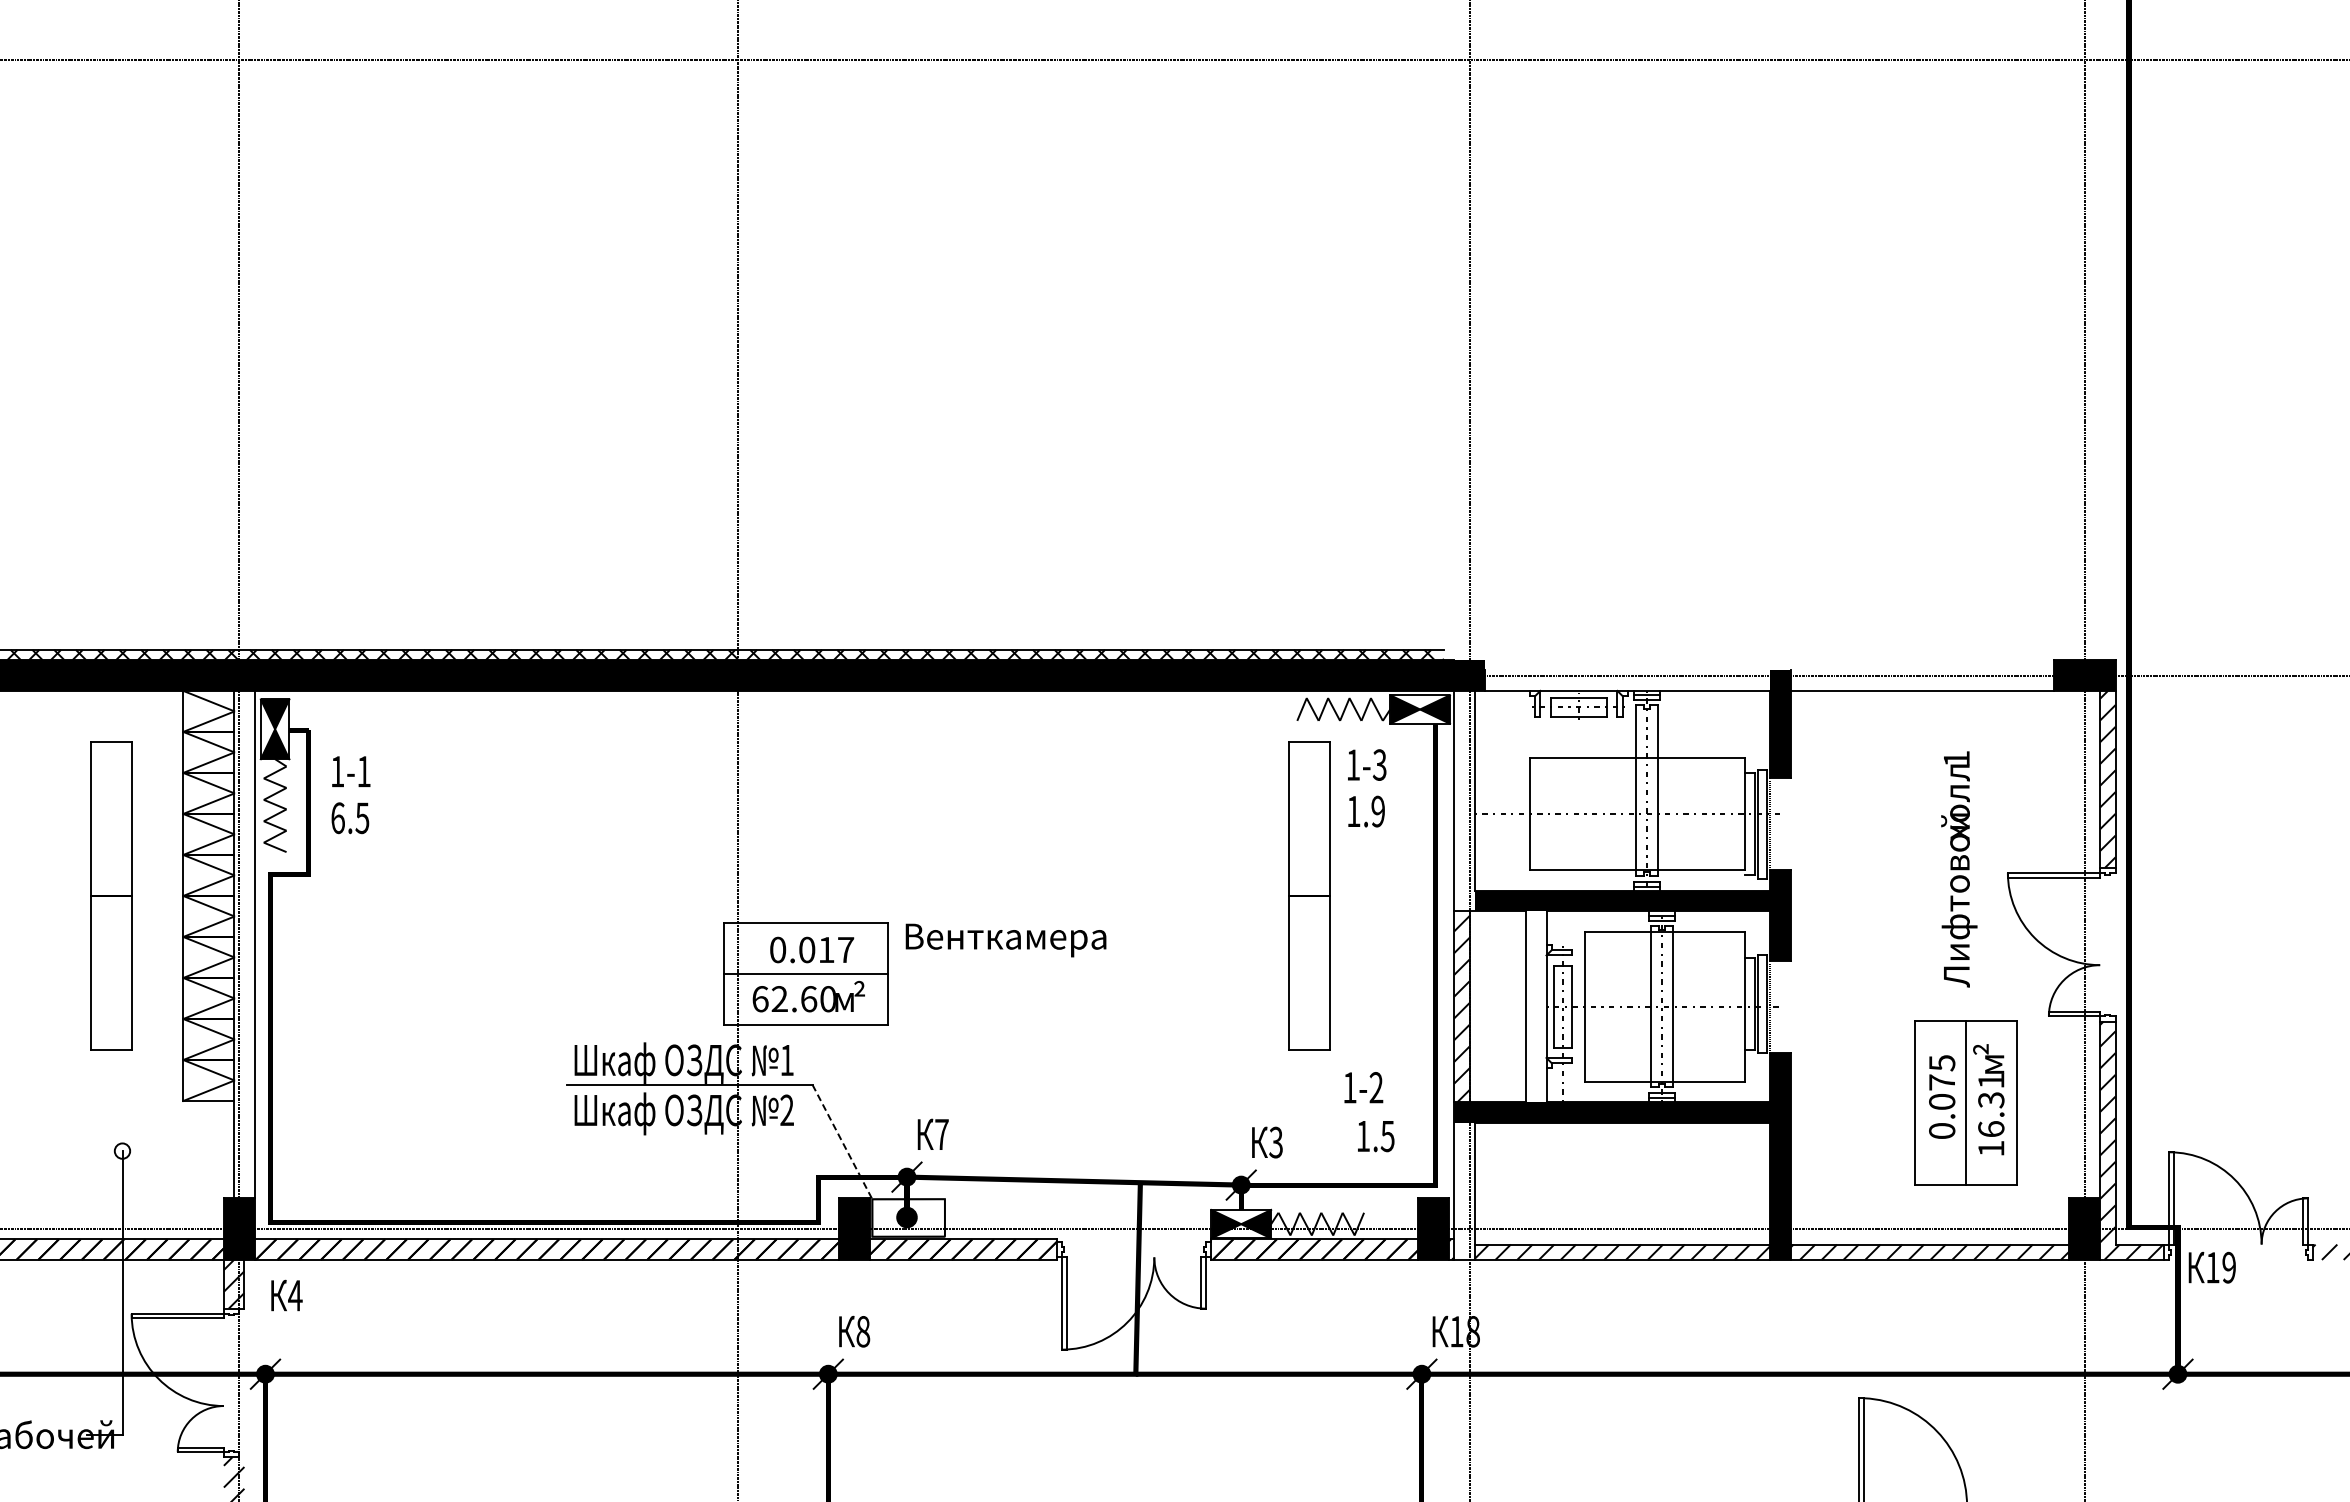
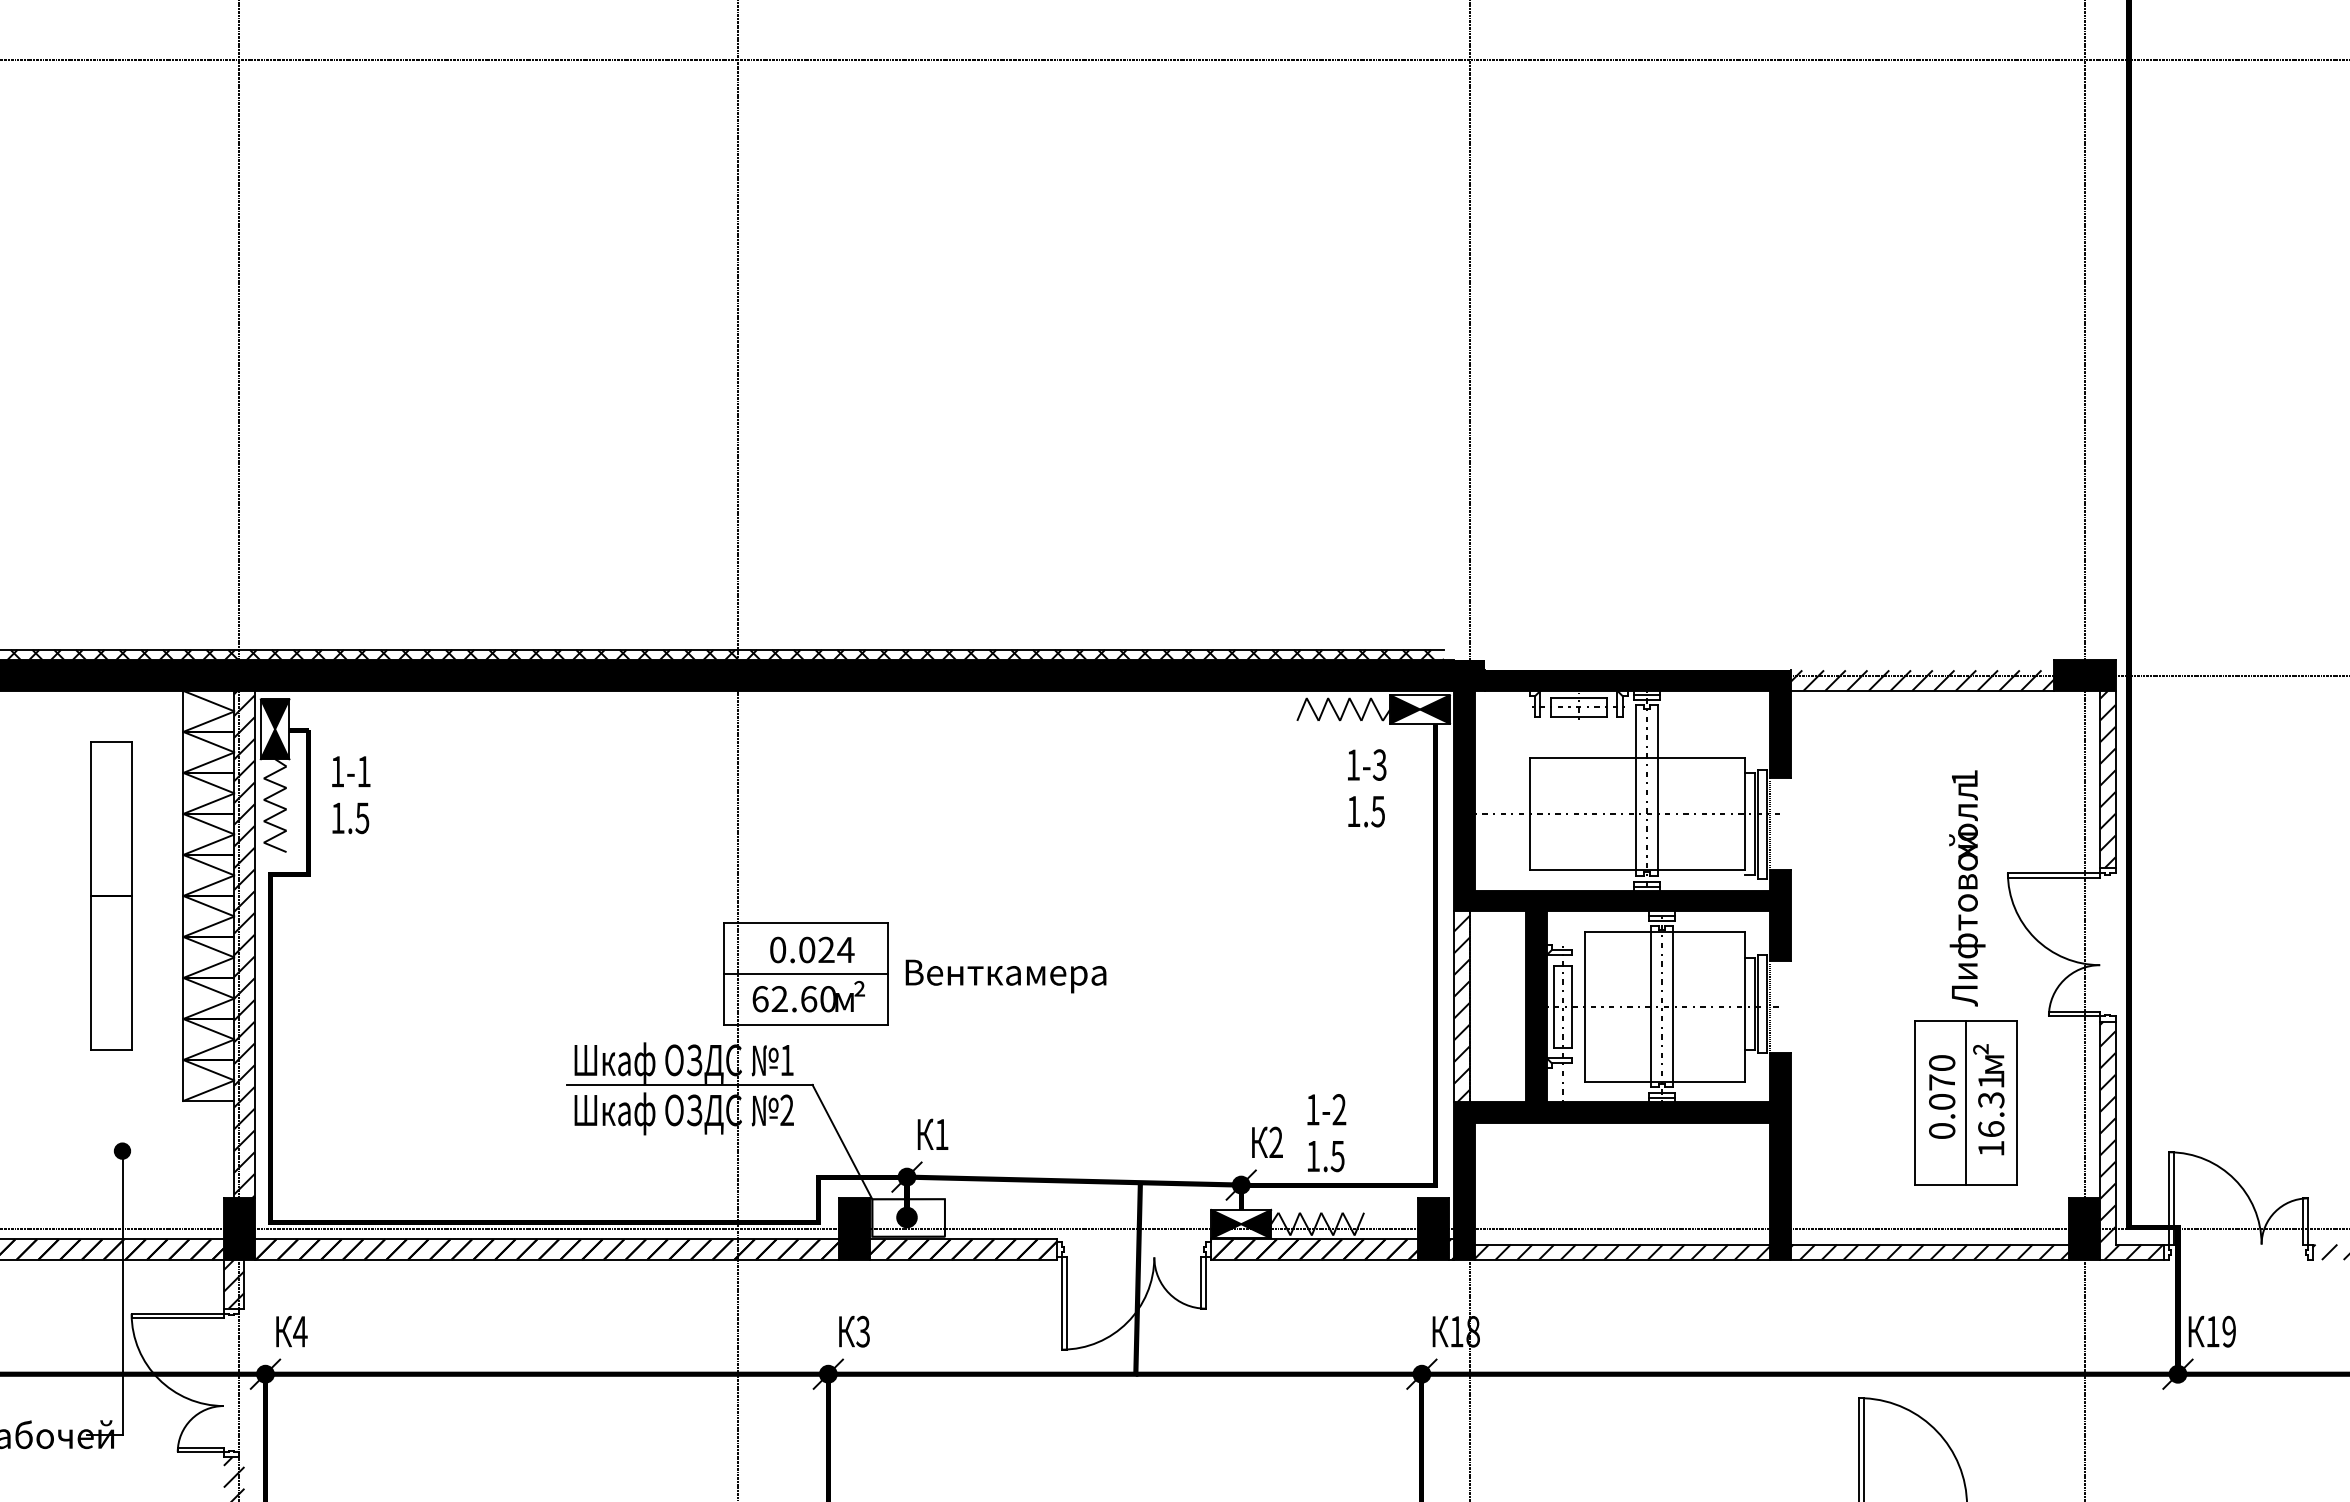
fill at (1627, 680): none -> present
hatch at (1922, 680): none -> present
fill at (1464, 800): none -> present
text at (1377, 811): 1.9 -> 1.5
text at (337, 818): 6.5 -> 1.5
text at (1959, 869) position: (1959, 869) -> (1967, 888)
part at (1309, 895): present -> none
text at (1005, 940) position: (1005, 940) -> (1005, 976)
hatch at (244, 944): none -> present
text at (836, 949): 0.017 -> 0.024
fill at (1536, 1006): none -> present
text at (1942, 1063): 0.075 -> 0.070
text at (1363, 1087) position: (1363, 1087) -> (1326, 1109)
text at (941, 1134): 7 -> 1
text at (1376, 1136) position: (1376, 1136) -> (1326, 1156)
line at (842, 1142): dashed -> solid
text at (1275, 1142): 3 -> 2
fill at (122, 1150): none -> present
fill at (1464, 1190): none -> present
text at (2211, 1267) position: (2211, 1267) -> (2211, 1331)
text at (286, 1295) position: (286, 1295) -> (291, 1331)
text at (863, 1331): 8 -> 3
